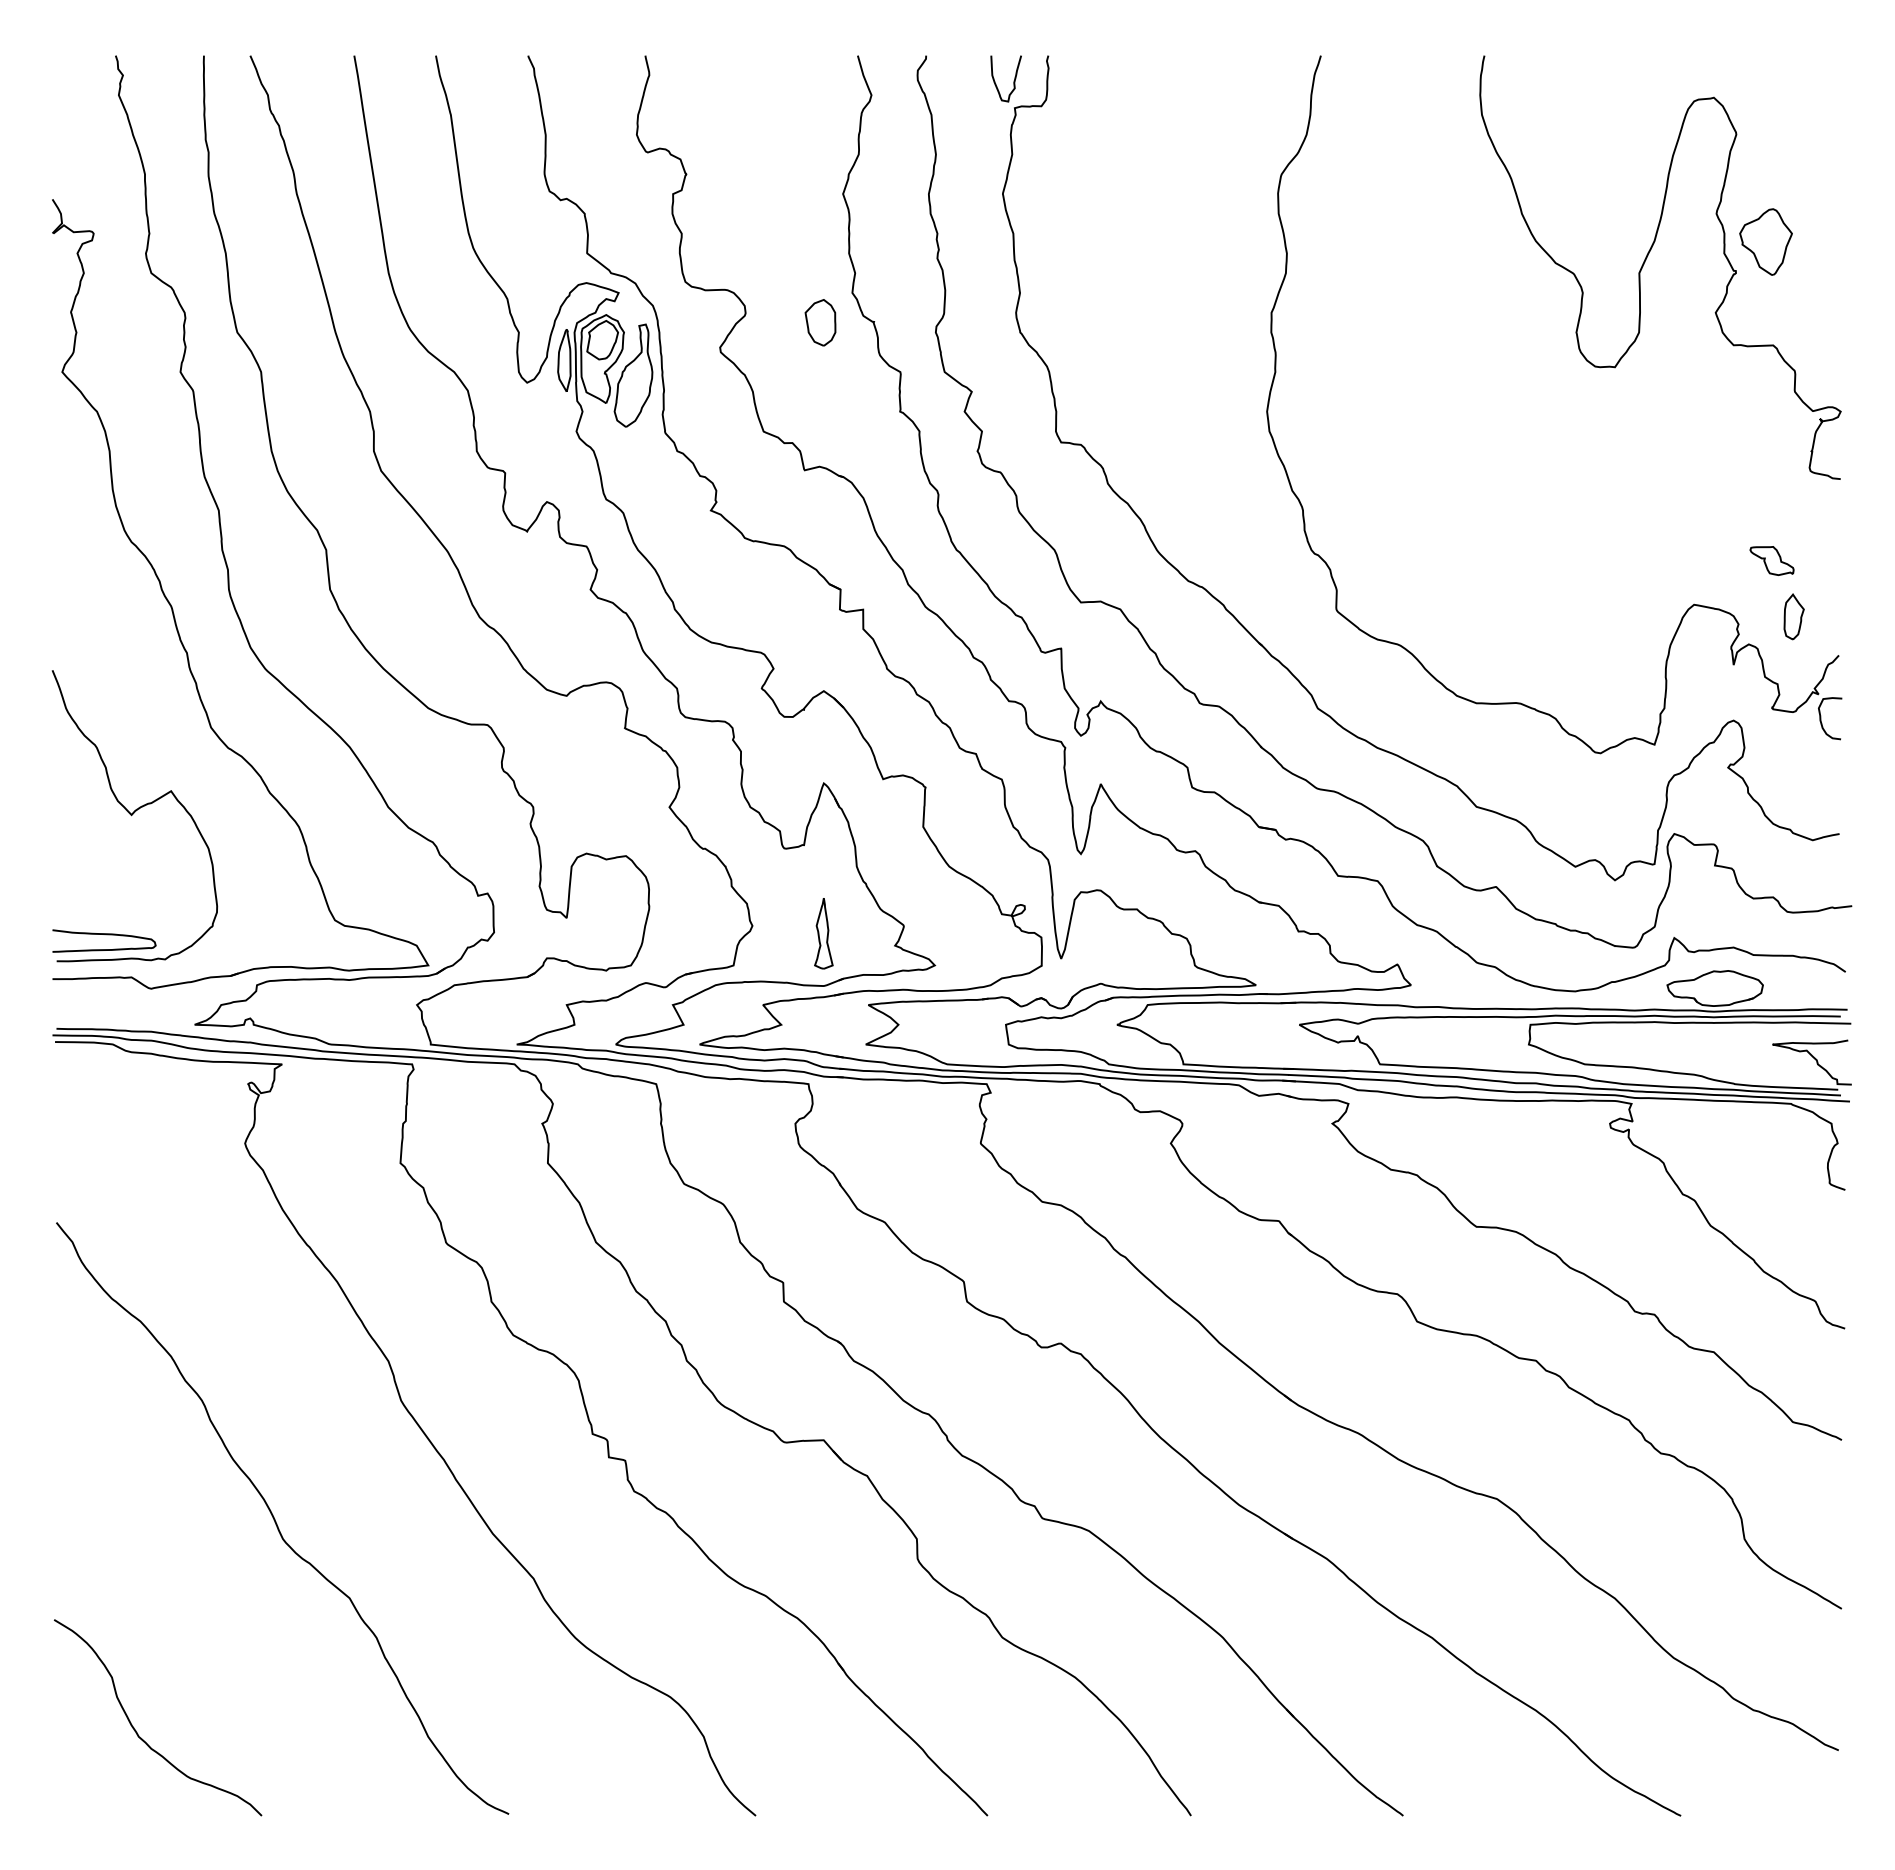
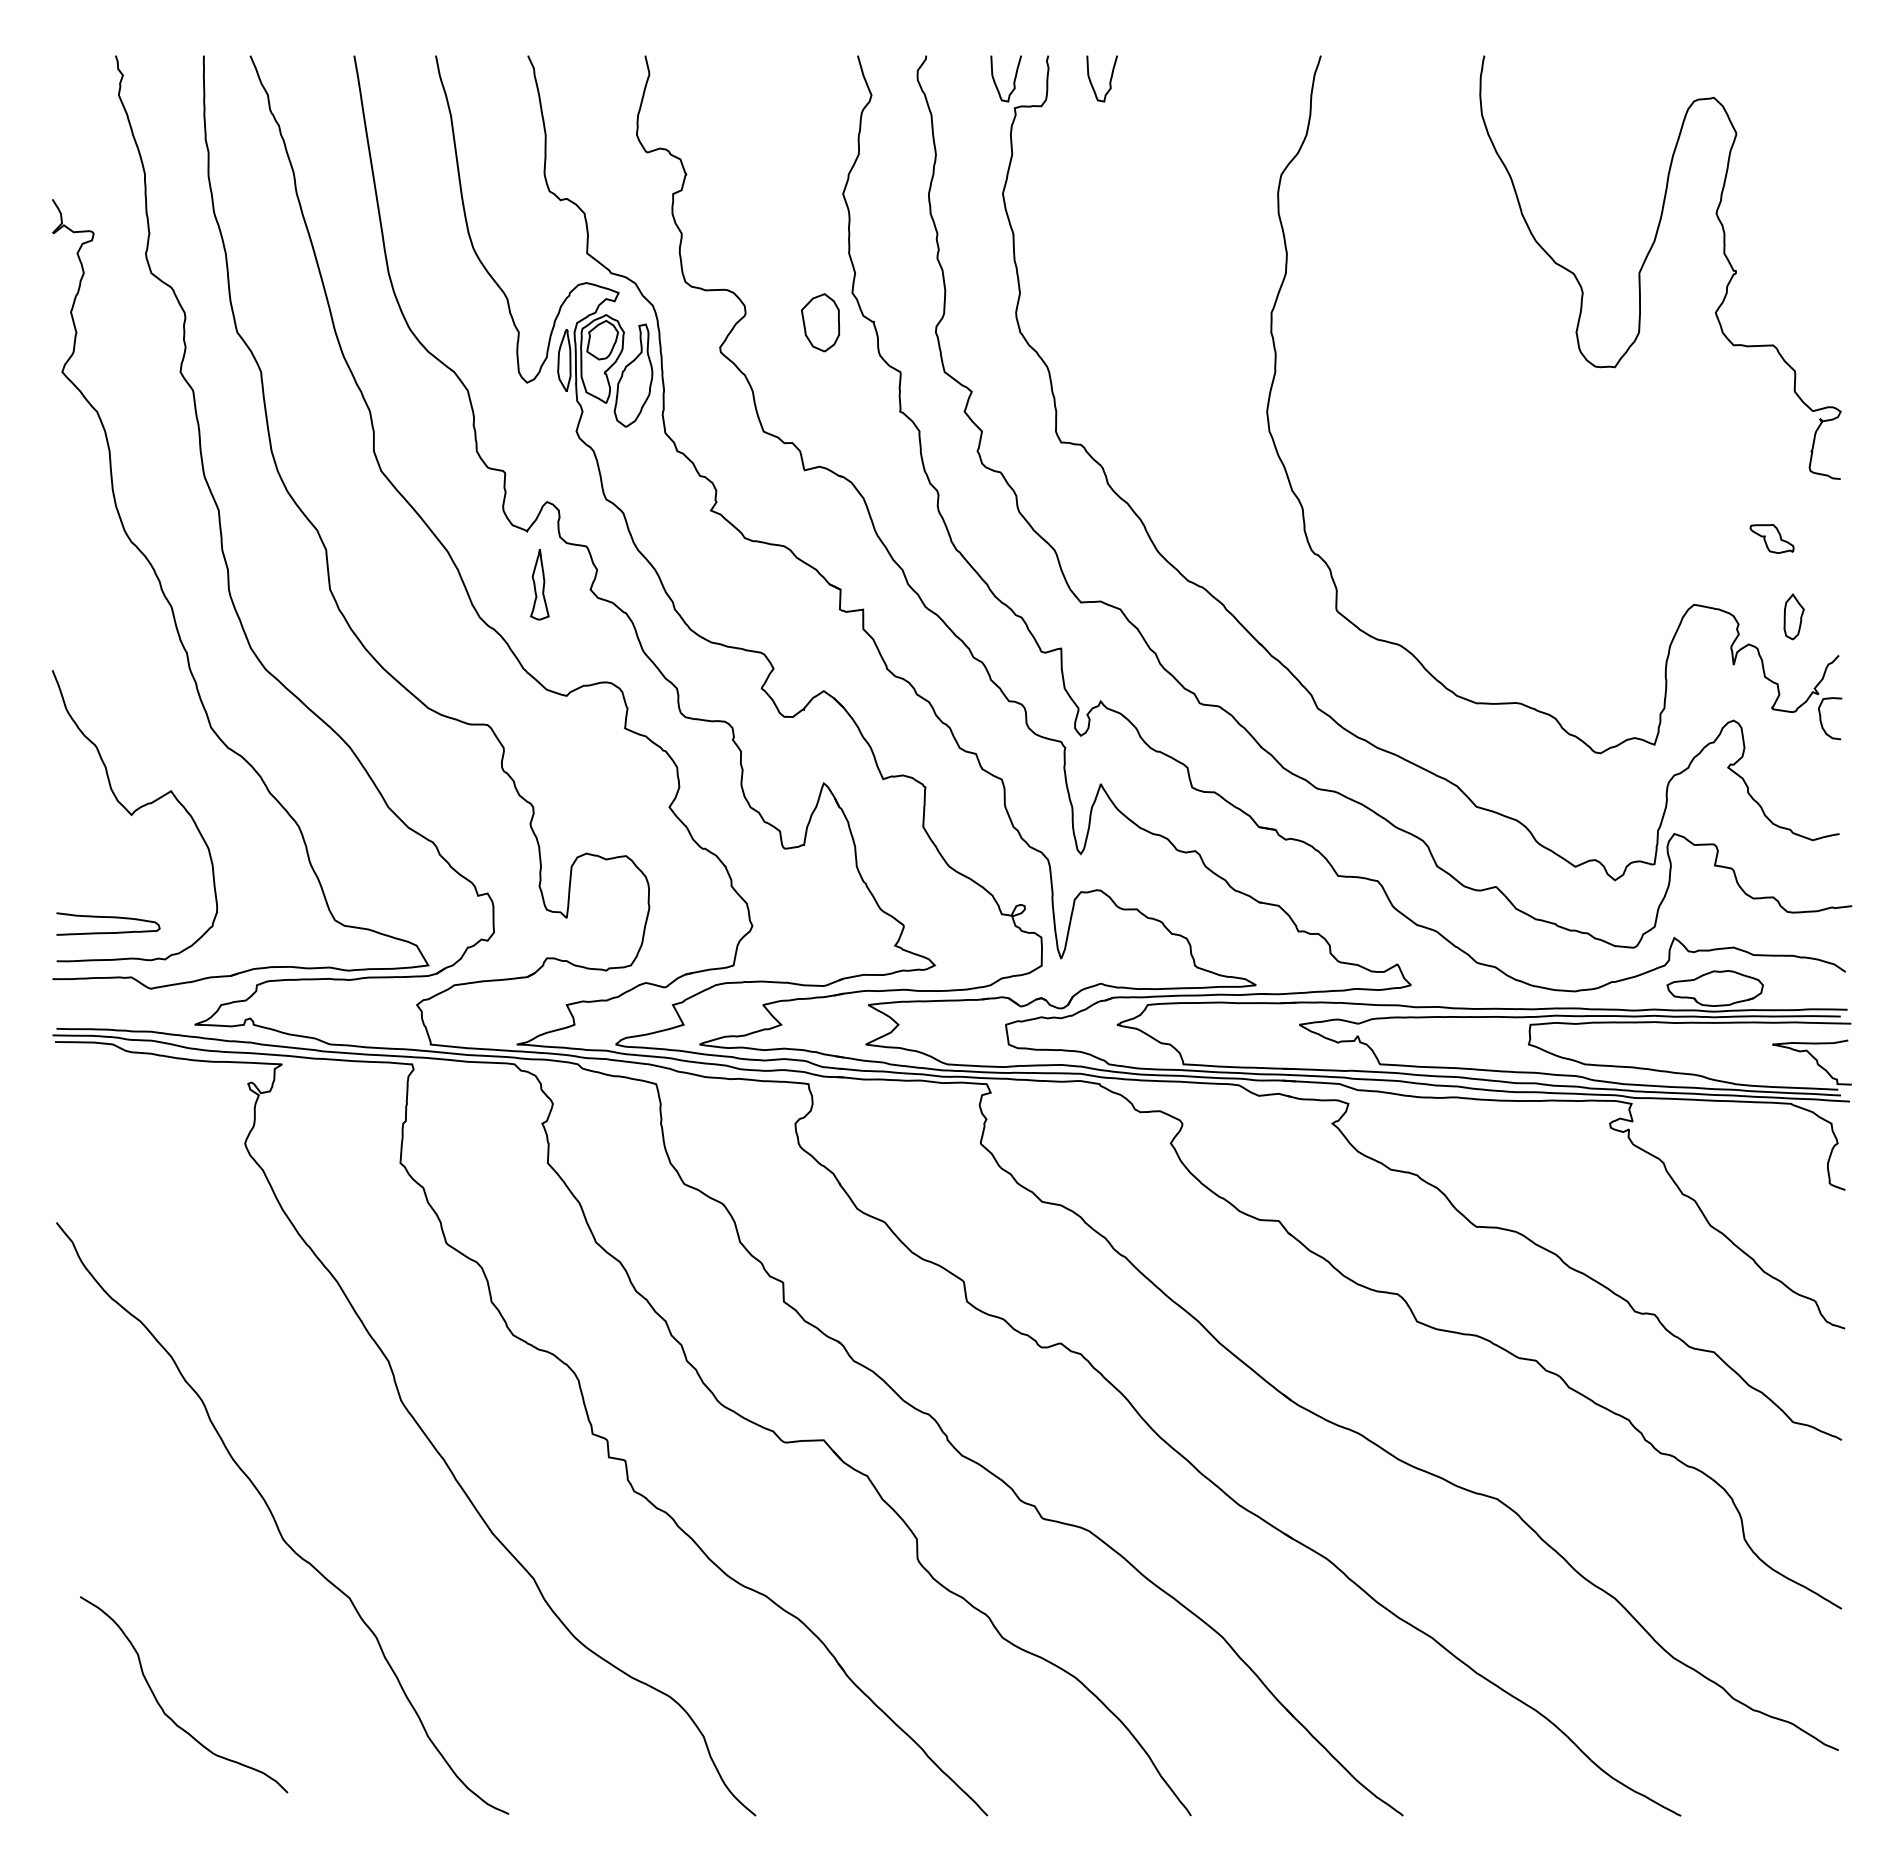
curve at (1109, 80): none -> present
part at (1765, 241): present -> none
part at (820, 322) size: 33x48 px -> 39x60 px
part at (1771, 560) position: (1771, 560) -> (1771, 538)
part at (823, 933) position: (823, 933) -> (539, 584)
curve at (105, 935) position: (105, 935) -> (109, 918)
curve at (136, 1730) position: (136, 1730) -> (162, 1707)
